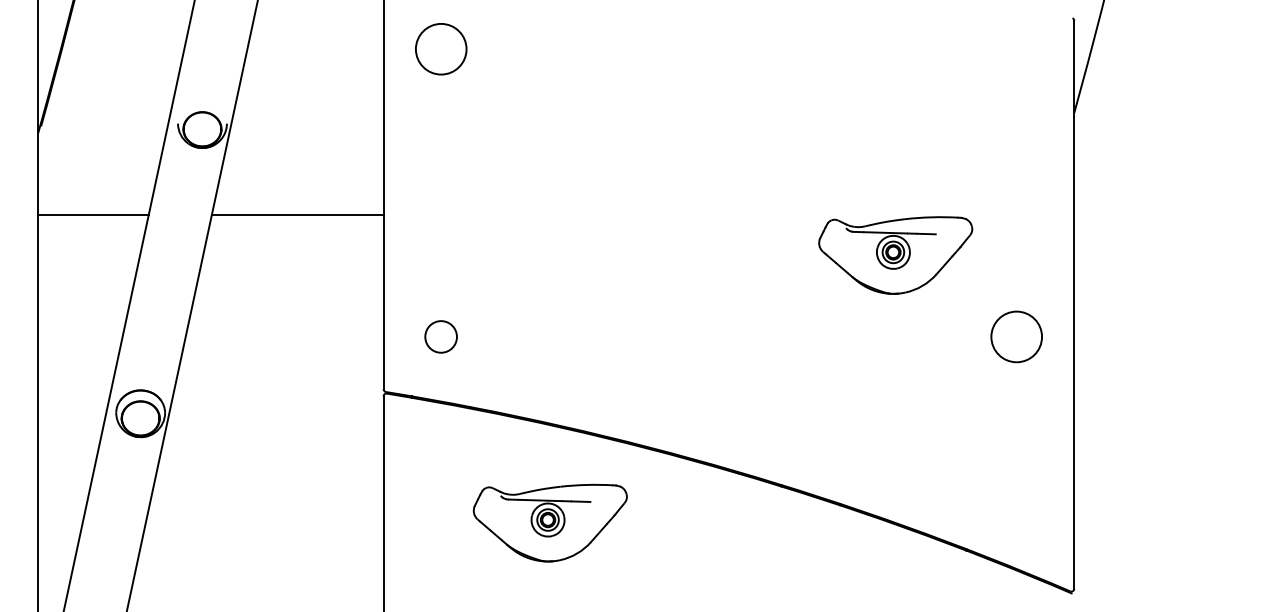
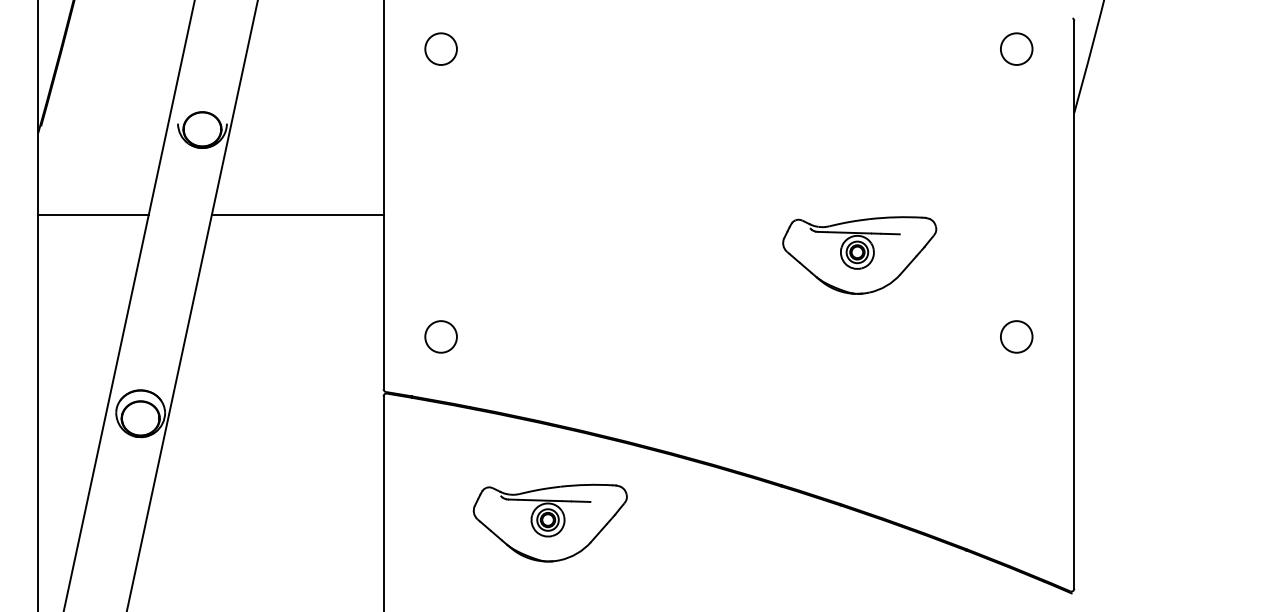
circle at (1016, 48): none -> present
circle at (441, 49) size: 53x53 px -> 34x34 px
part at (895, 255) position: (895, 255) -> (859, 255)
circle at (1016, 336) diameter: 51 px -> 32 px
